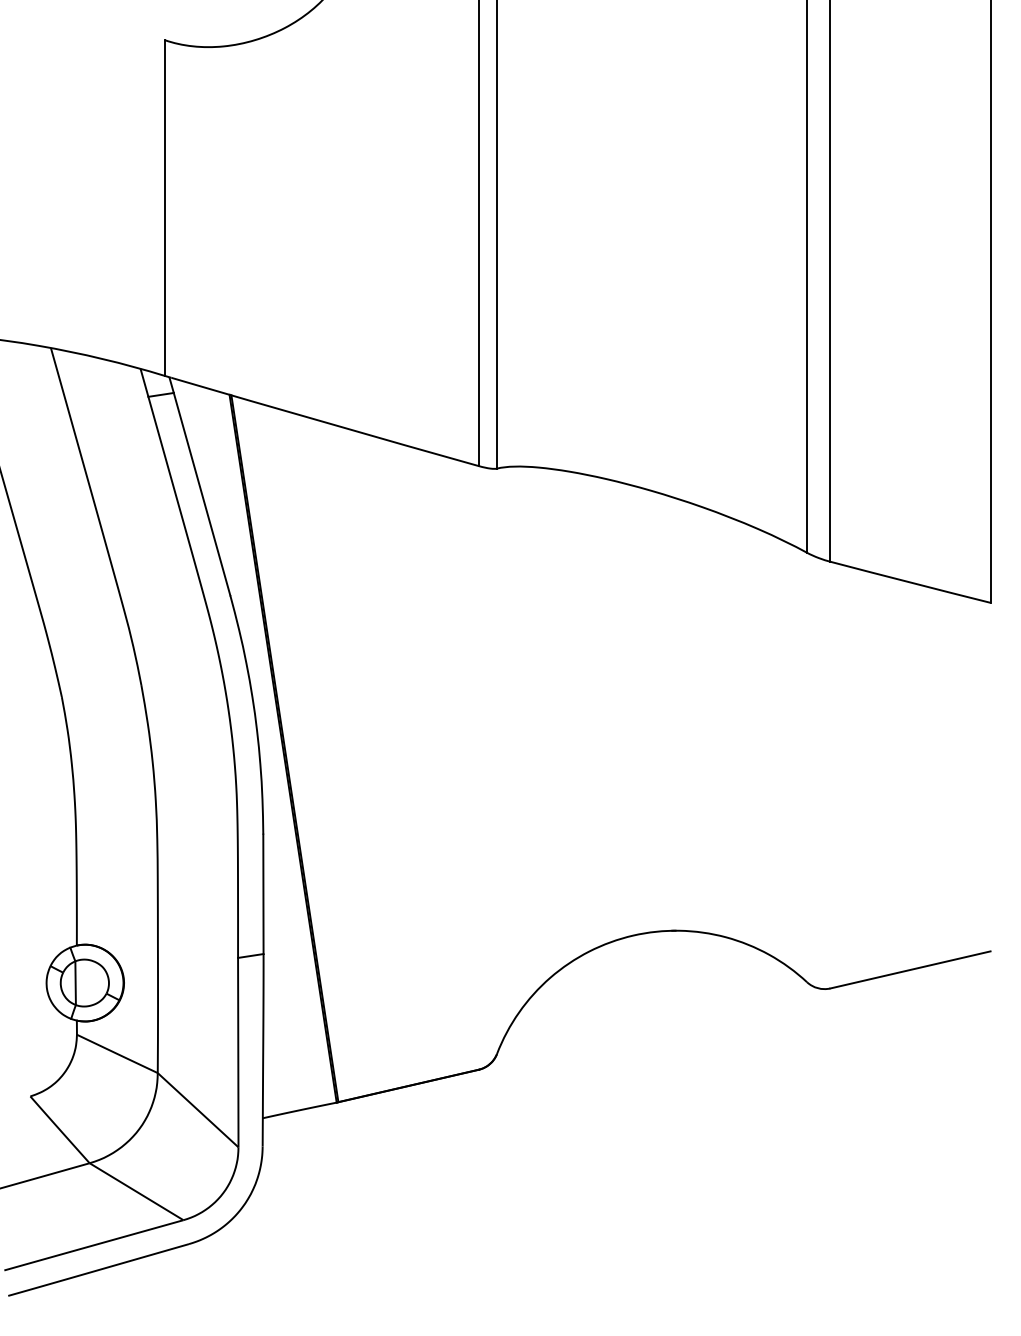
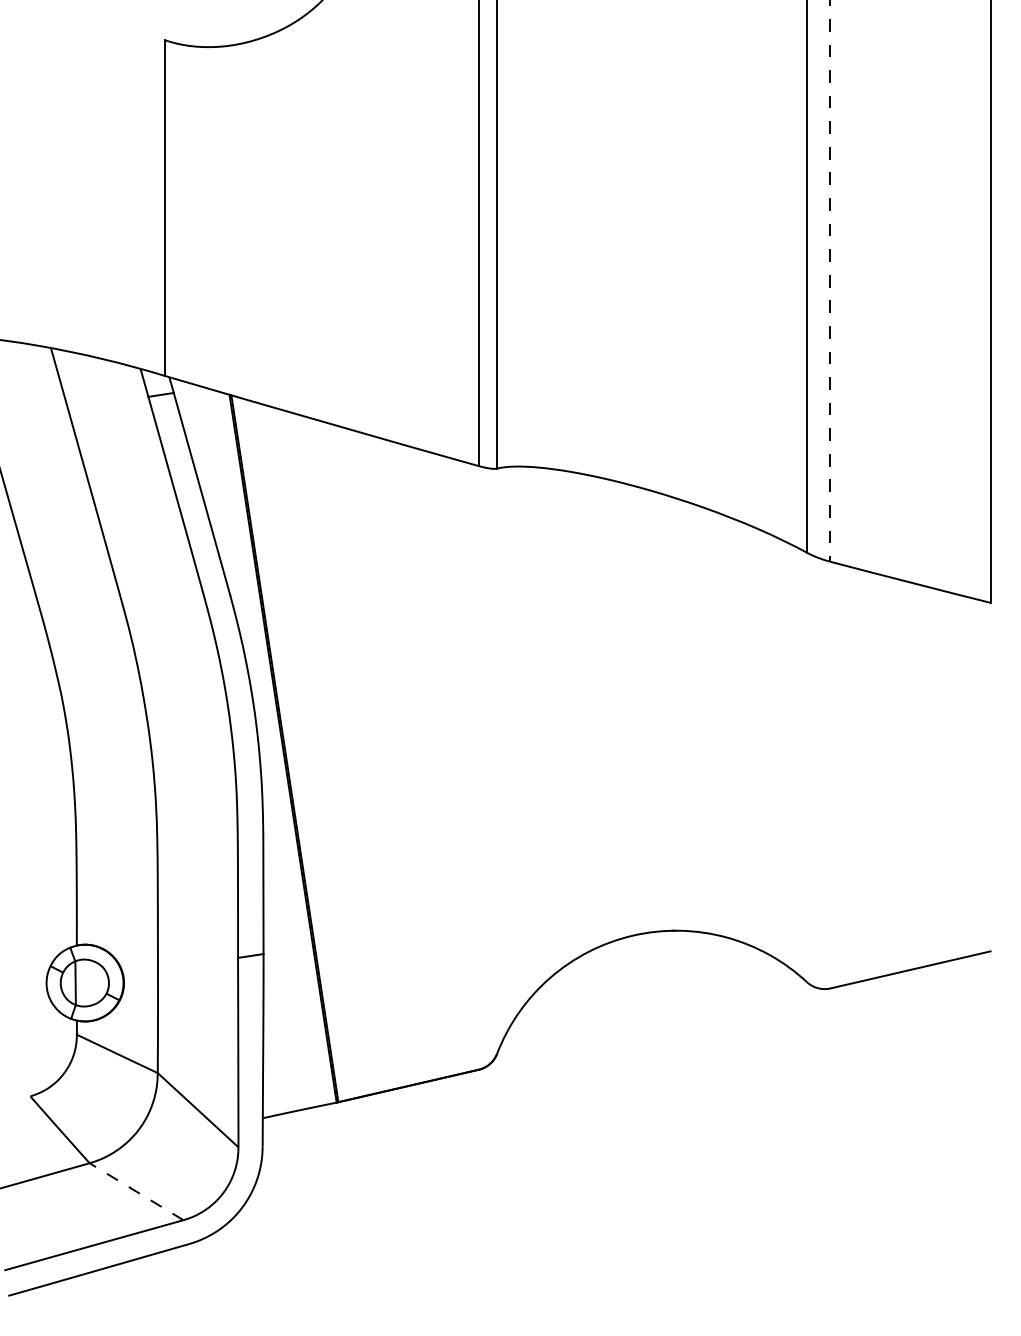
line at (830, 281): solid -> dashed
line at (136, 1191): solid -> dashed
